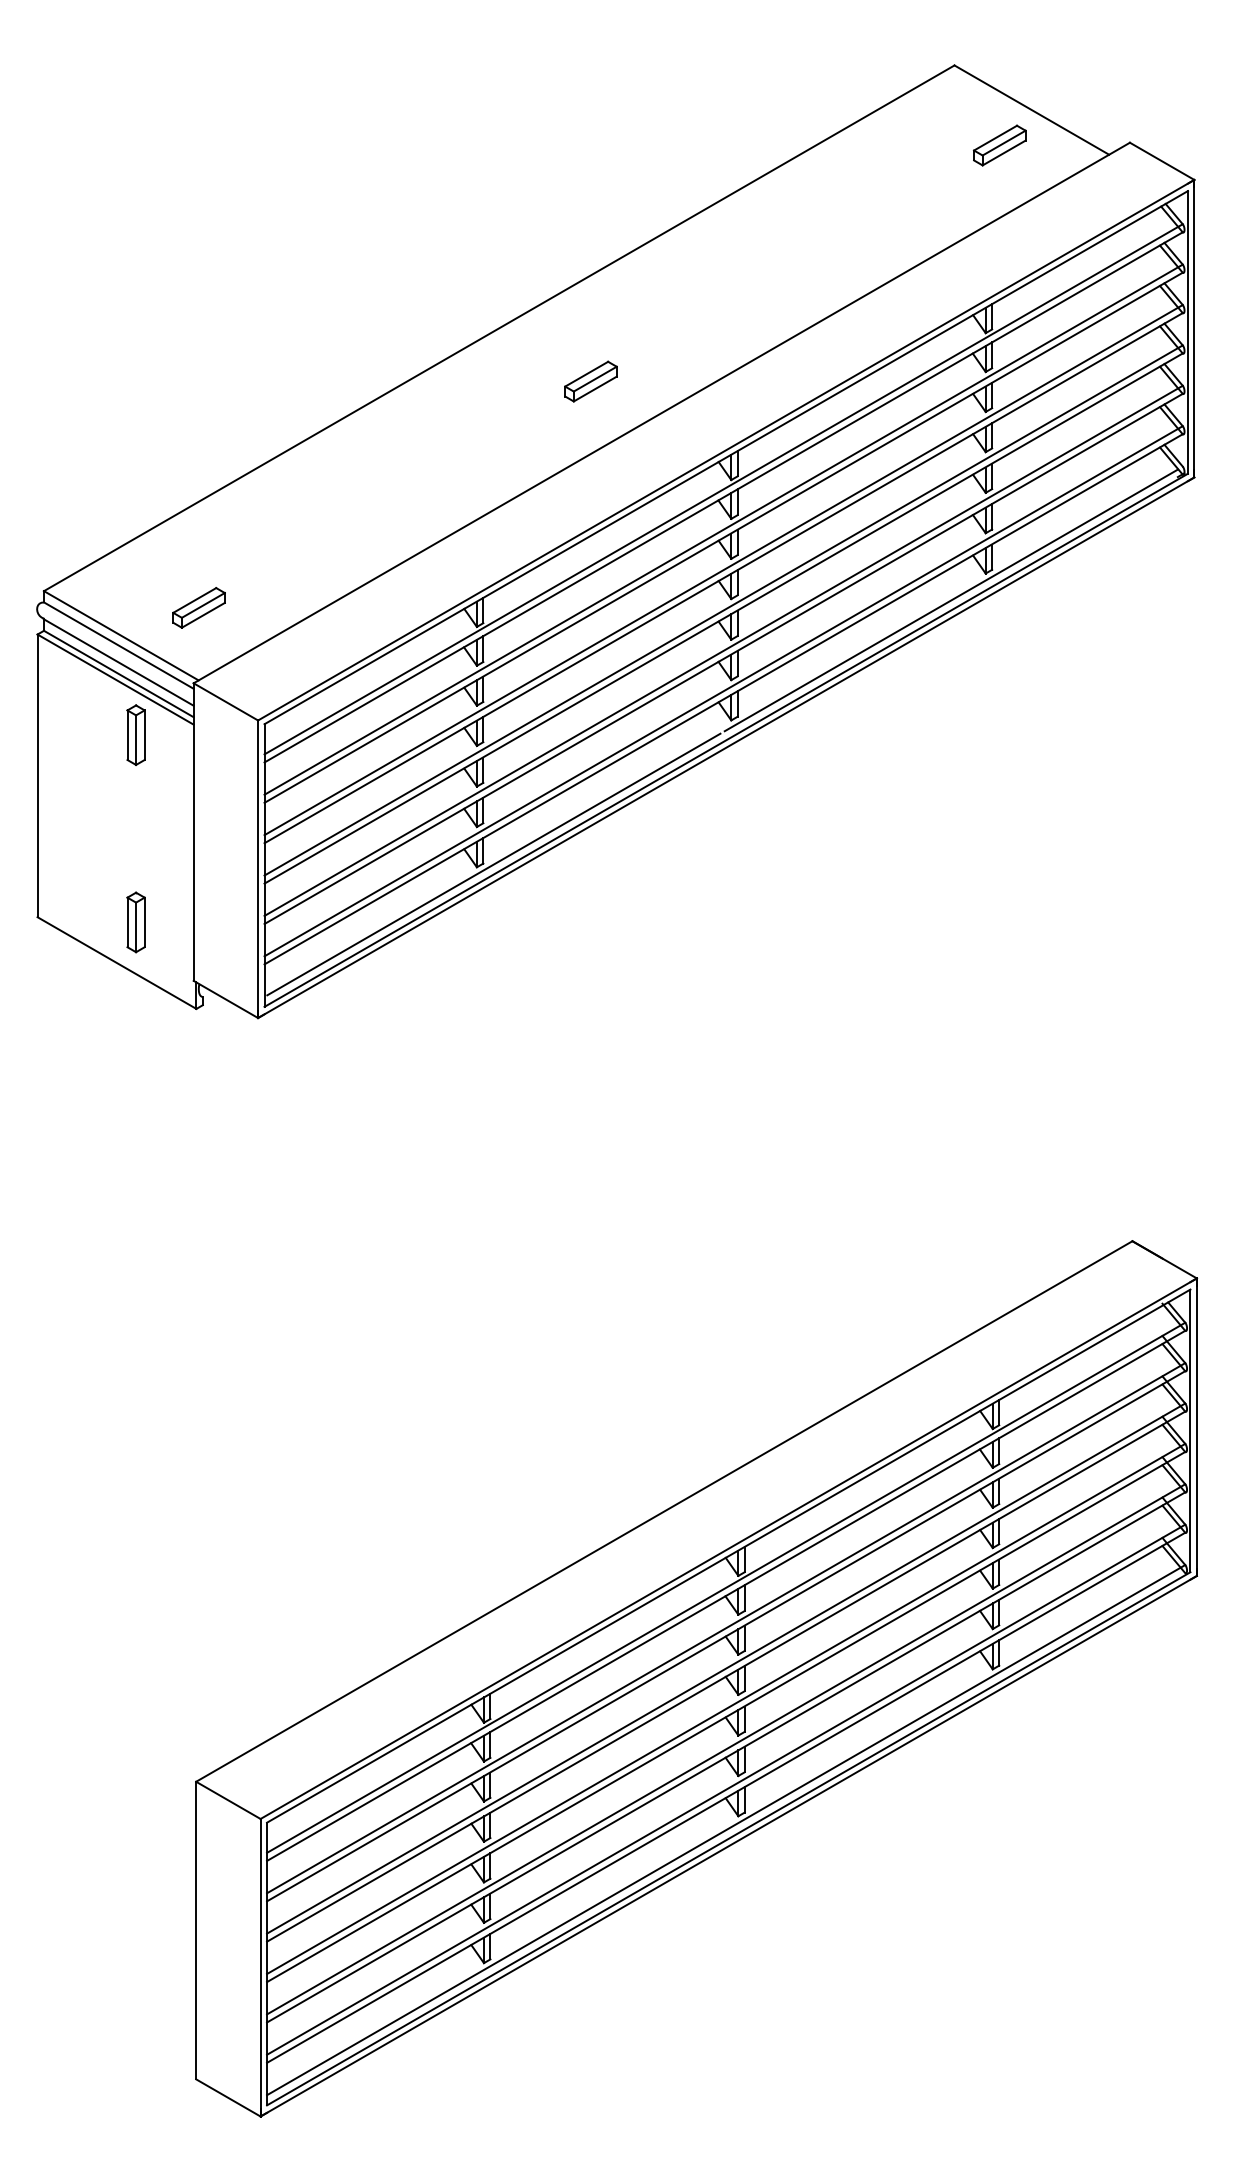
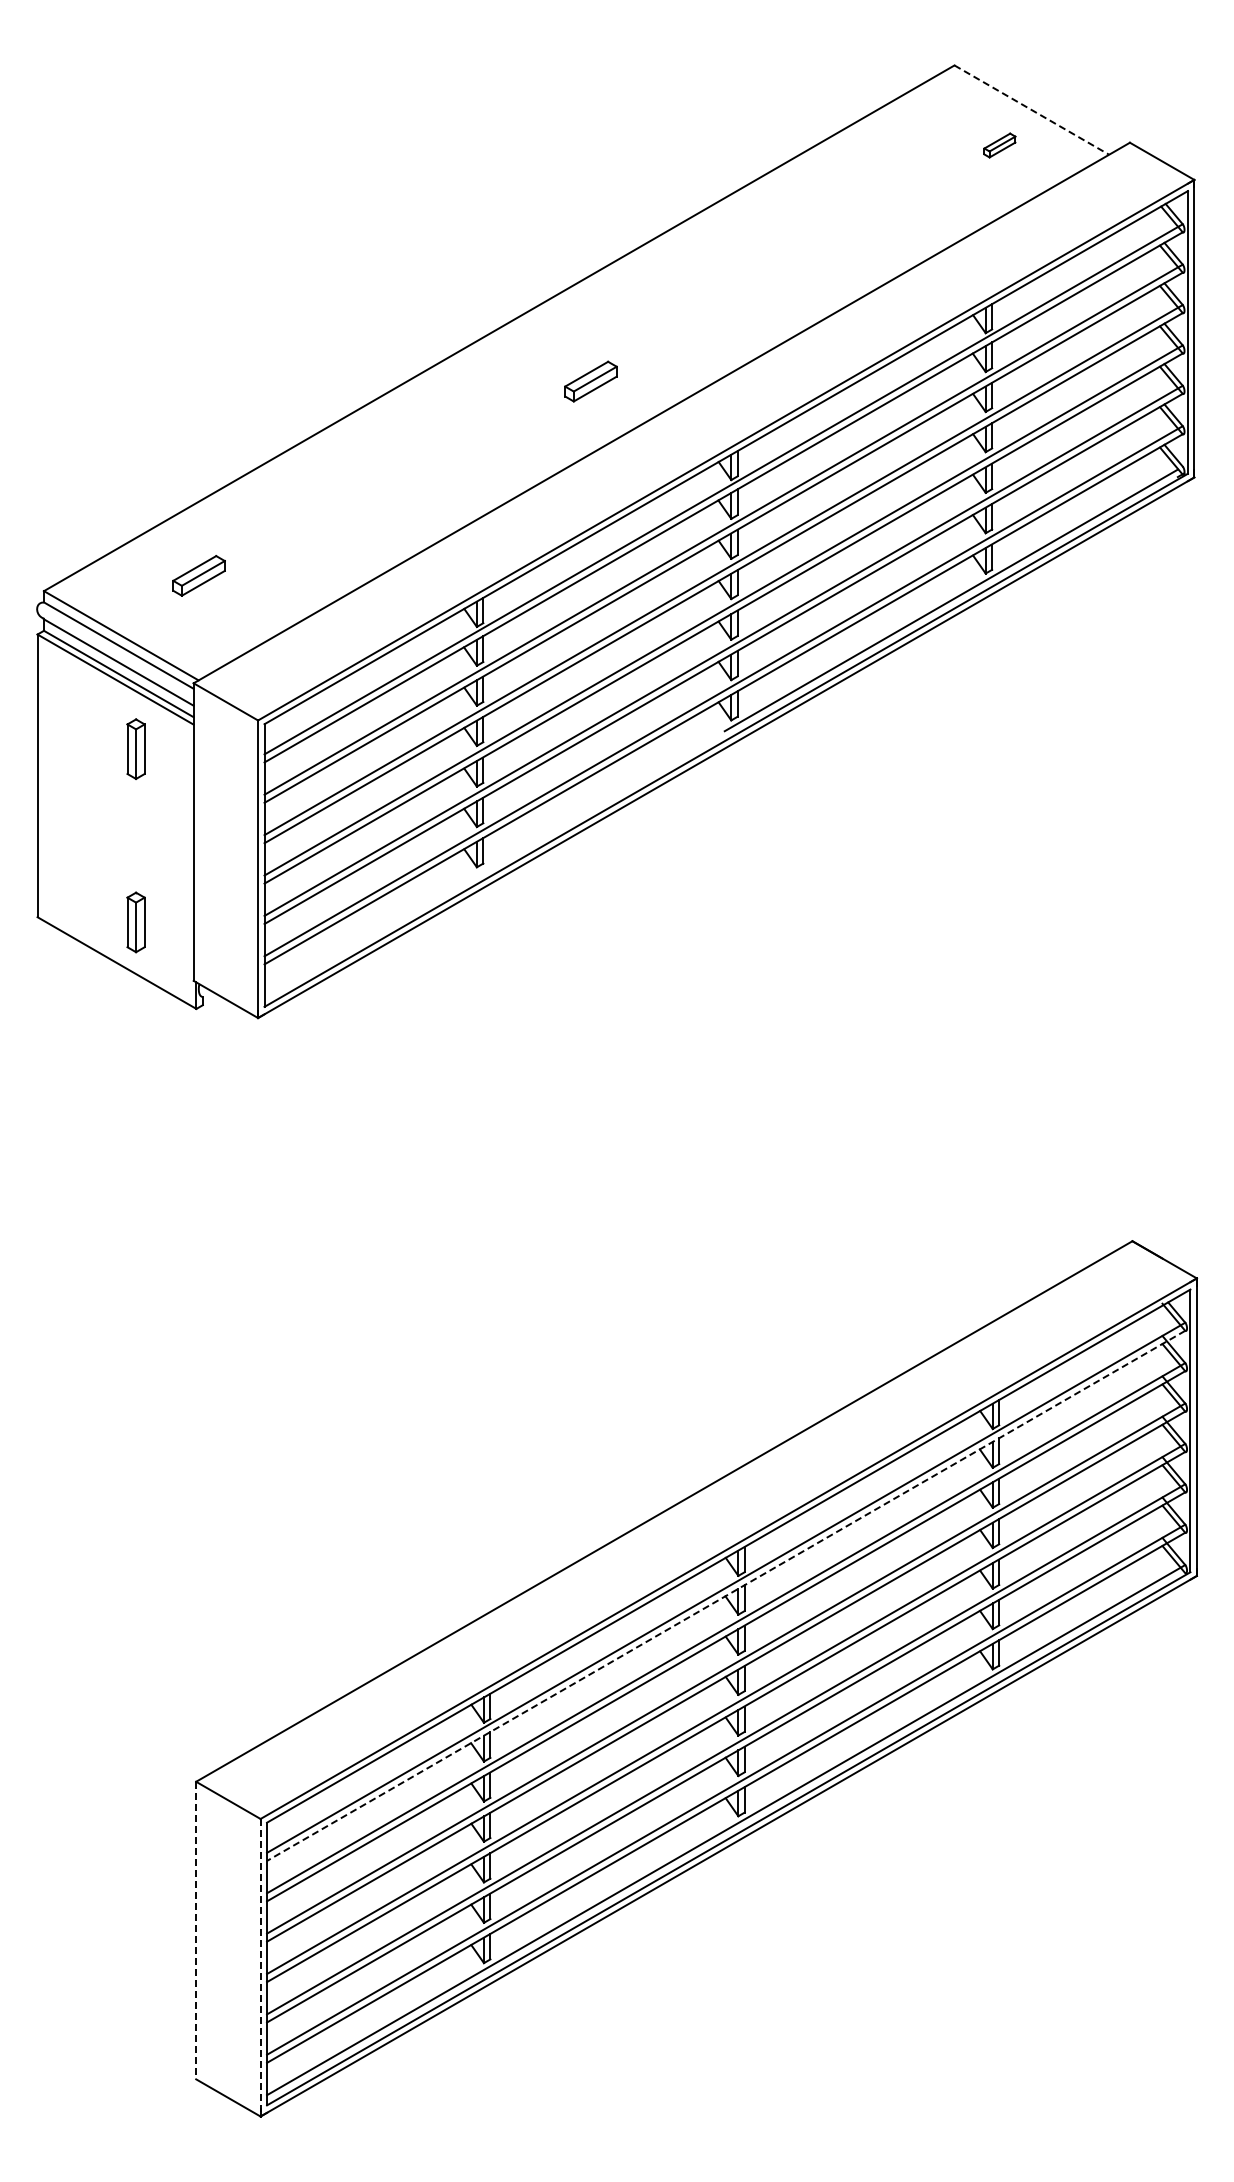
line at (1032, 110): solid -> dashed
part at (999, 145) size: 54x43 px -> 34x27 px
part at (198, 607) position: (198, 607) -> (198, 575)
part at (135, 734) position: (135, 734) -> (135, 748)
line at (493, 864): present -> none
line at (725, 1596): solid -> dashed
line at (196, 1930): solid -> dashed
line at (260, 1967): solid -> dashed
